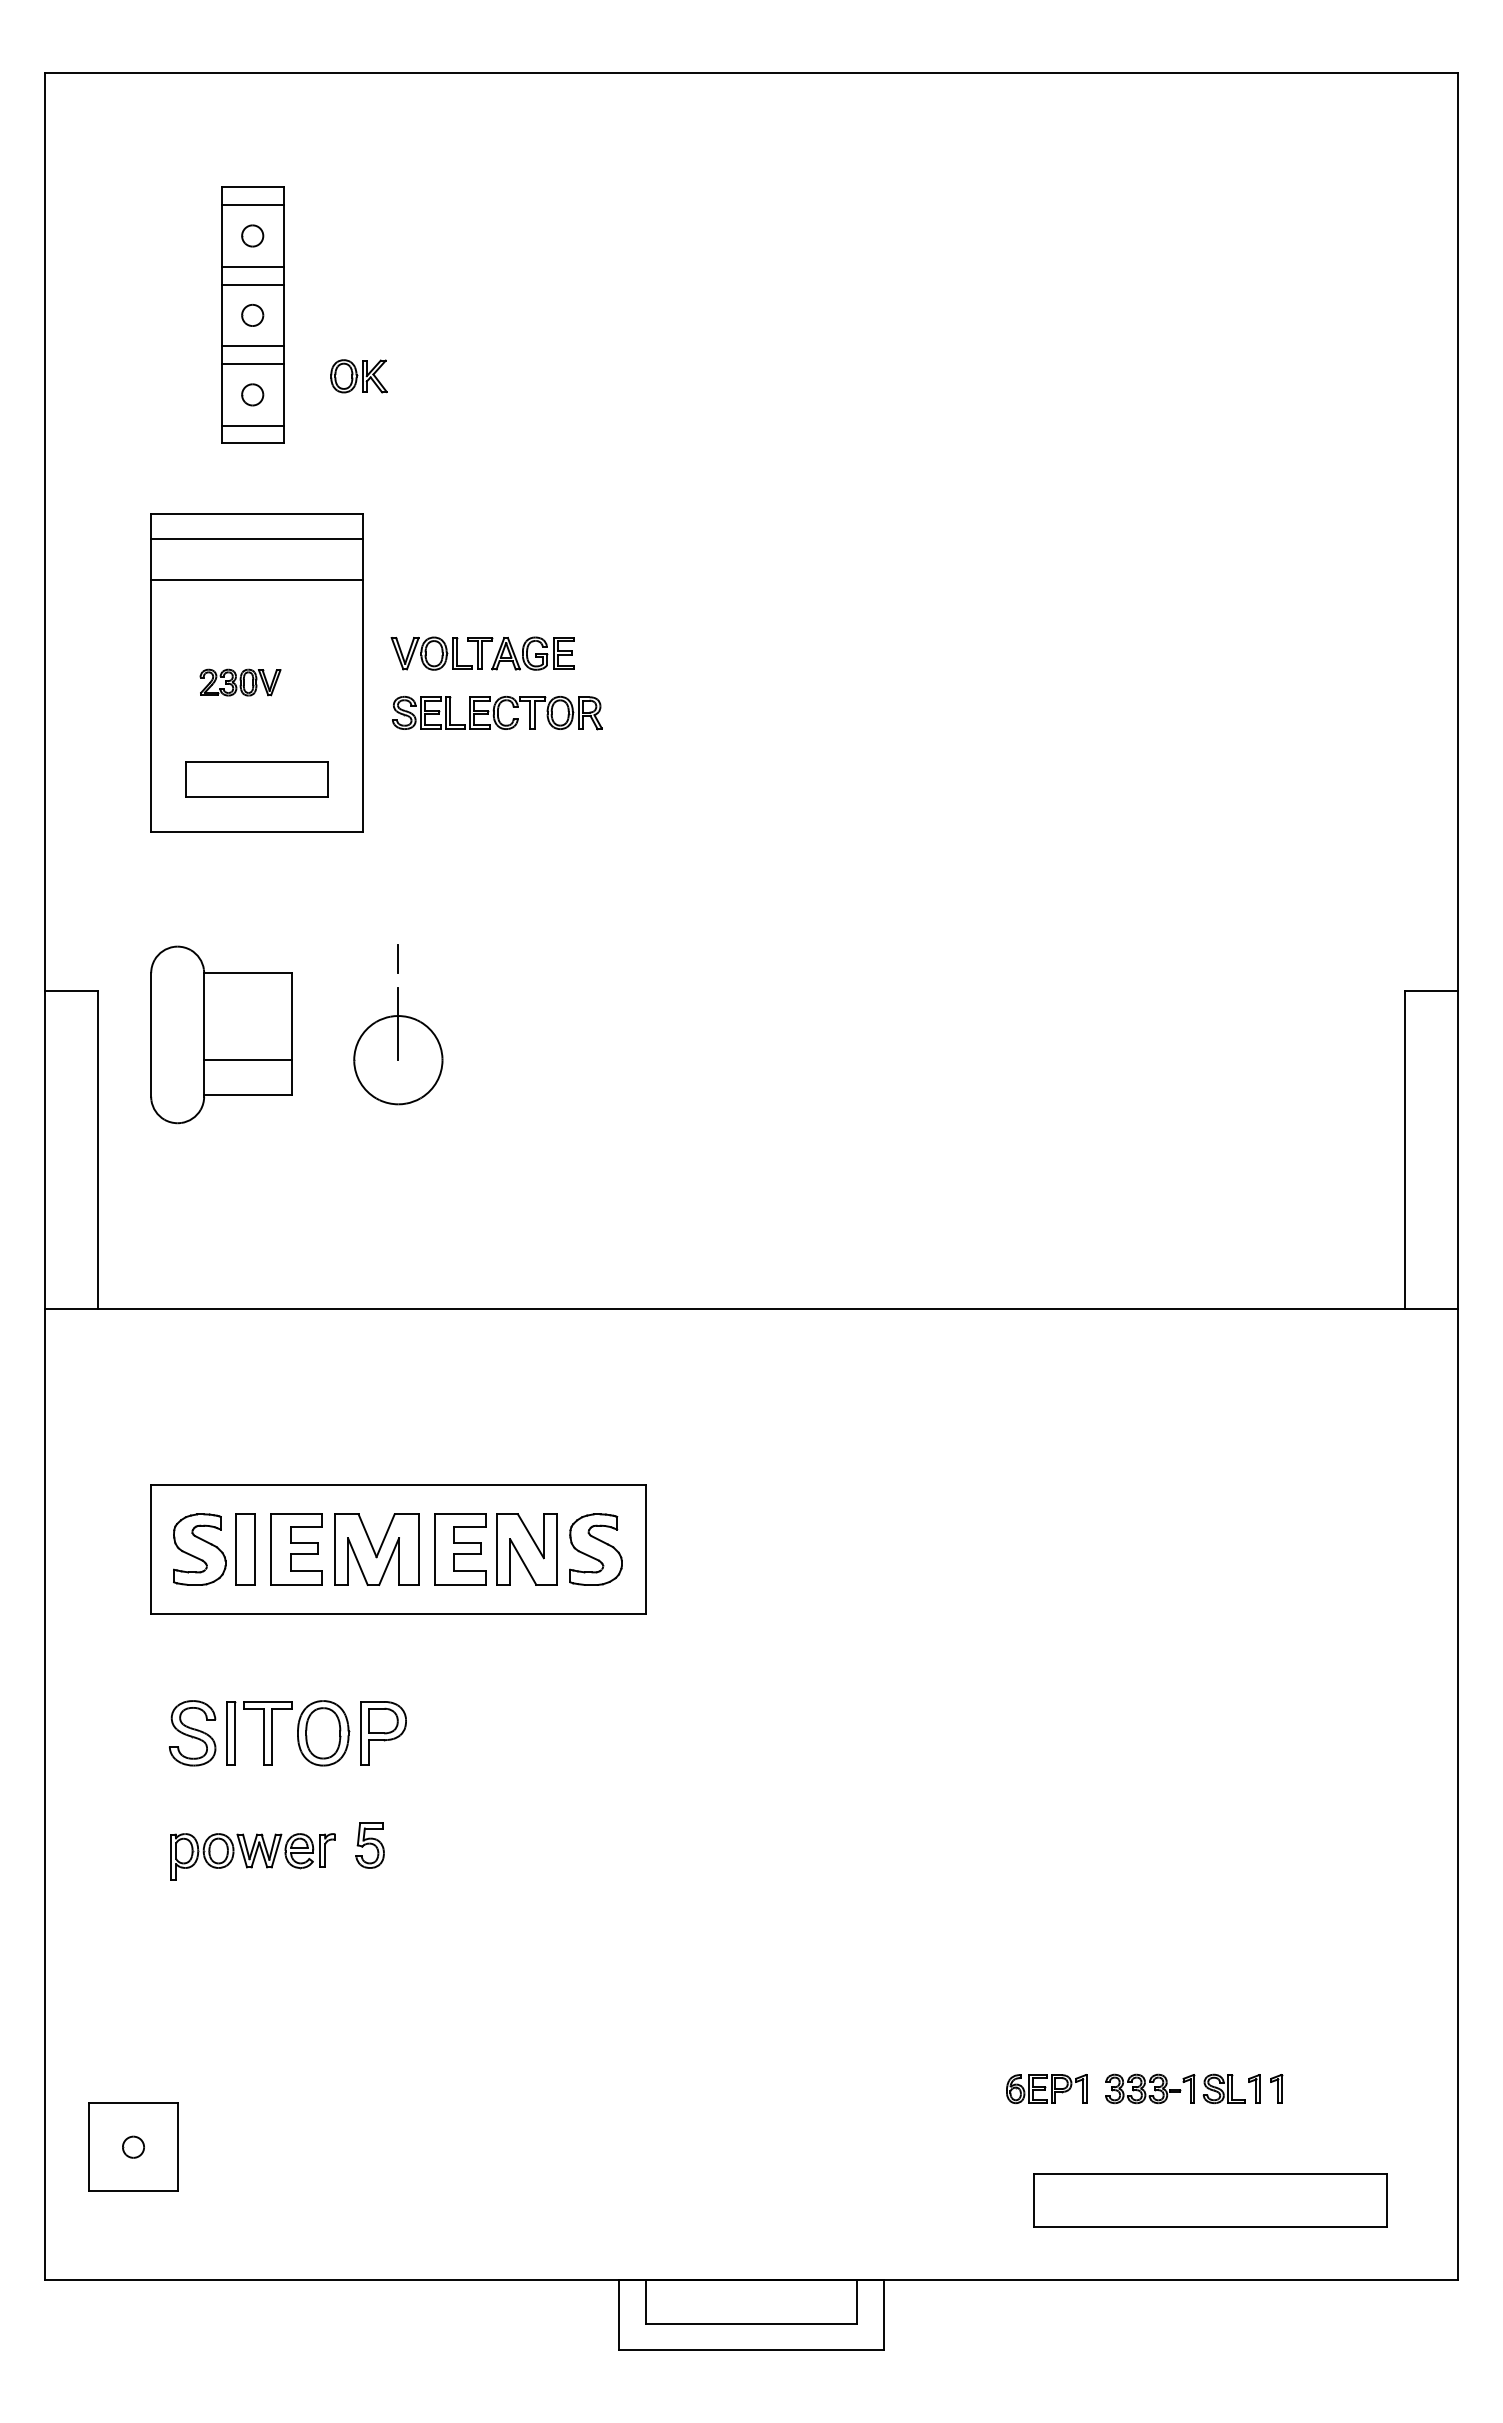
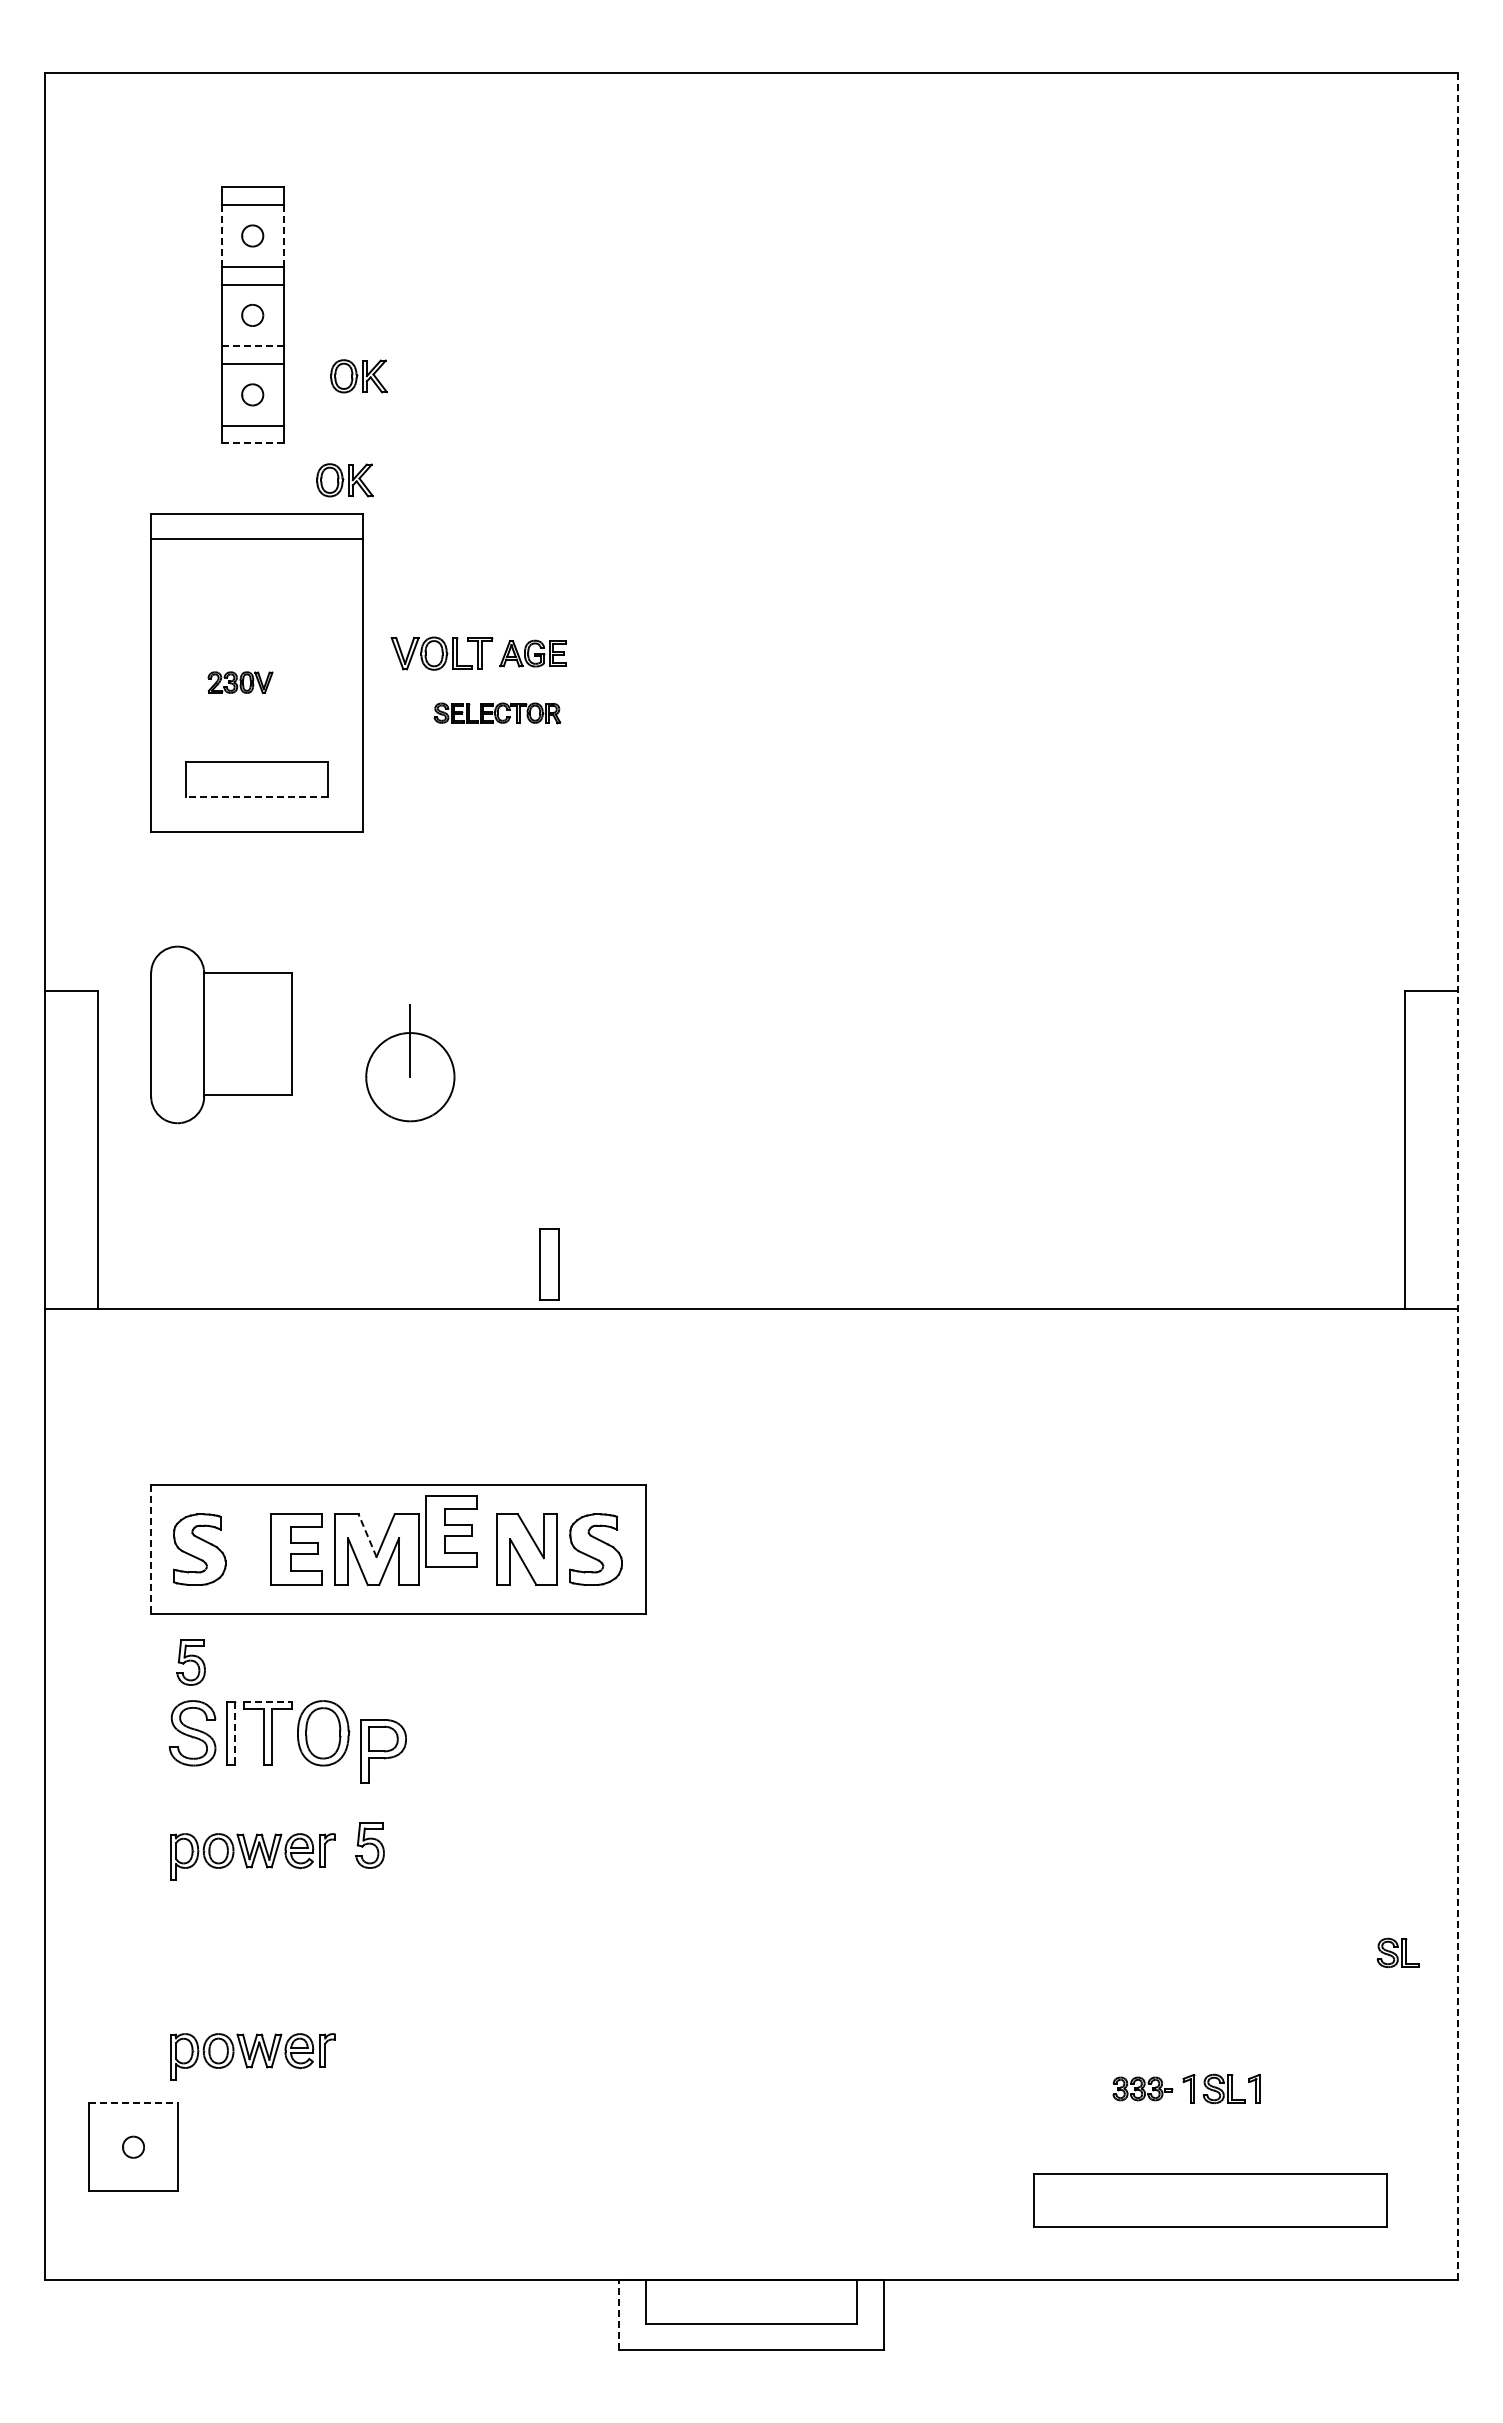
line at (221, 236): solid -> dashed
line at (283, 236): solid -> dashed
line at (252, 346): solid -> dashed
line at (252, 443): solid -> dashed
part at (344, 480): none -> present
line at (257, 580): present -> none
part at (532, 653) size: 84x35 px -> 68x29 px
part at (240, 682) size: 83x29 px -> 67x23 px
part at (497, 713) size: 211x35 px -> 129x23 px
line at (257, 796): solid -> dashed
line at (398, 958): present -> none
part at (398, 1046) position: (398, 1046) -> (410, 1063)
line at (248, 1060): present -> none
line at (1457, 1176): solid -> dashed
line at (367, 1535): solid -> dashed
part at (245, 1549) position: (245, 1549) -> (549, 1264)
part at (460, 1549) position: (460, 1549) -> (451, 1531)
line at (151, 1550): solid -> dashed
part at (190, 1662): none -> present
line at (268, 1701): solid -> dashed
line at (234, 1733): solid -> dashed
part at (383, 1733) position: (383, 1733) -> (383, 1751)
part at (1397, 1952): none -> present
part at (252, 2056): none -> present
part at (1046, 2088): present -> none
part at (1143, 2088) size: 77x32 px -> 62x26 px
part at (1276, 2088): present -> none
line at (134, 2103): solid -> dashed
line at (619, 2314): solid -> dashed
